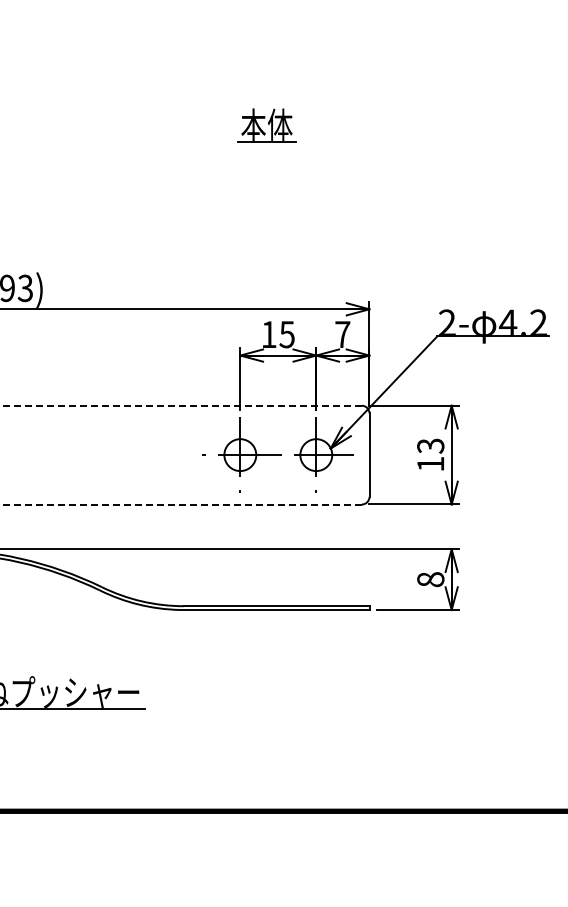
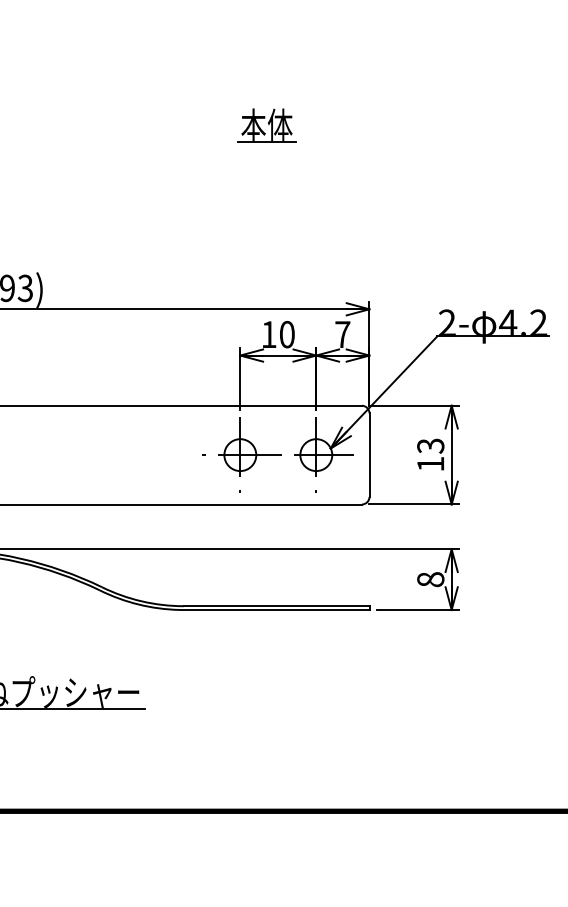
text at (286, 334): 15 -> 10
line at (180, 405): dashed -> solid
line at (180, 504): dashed -> solid
